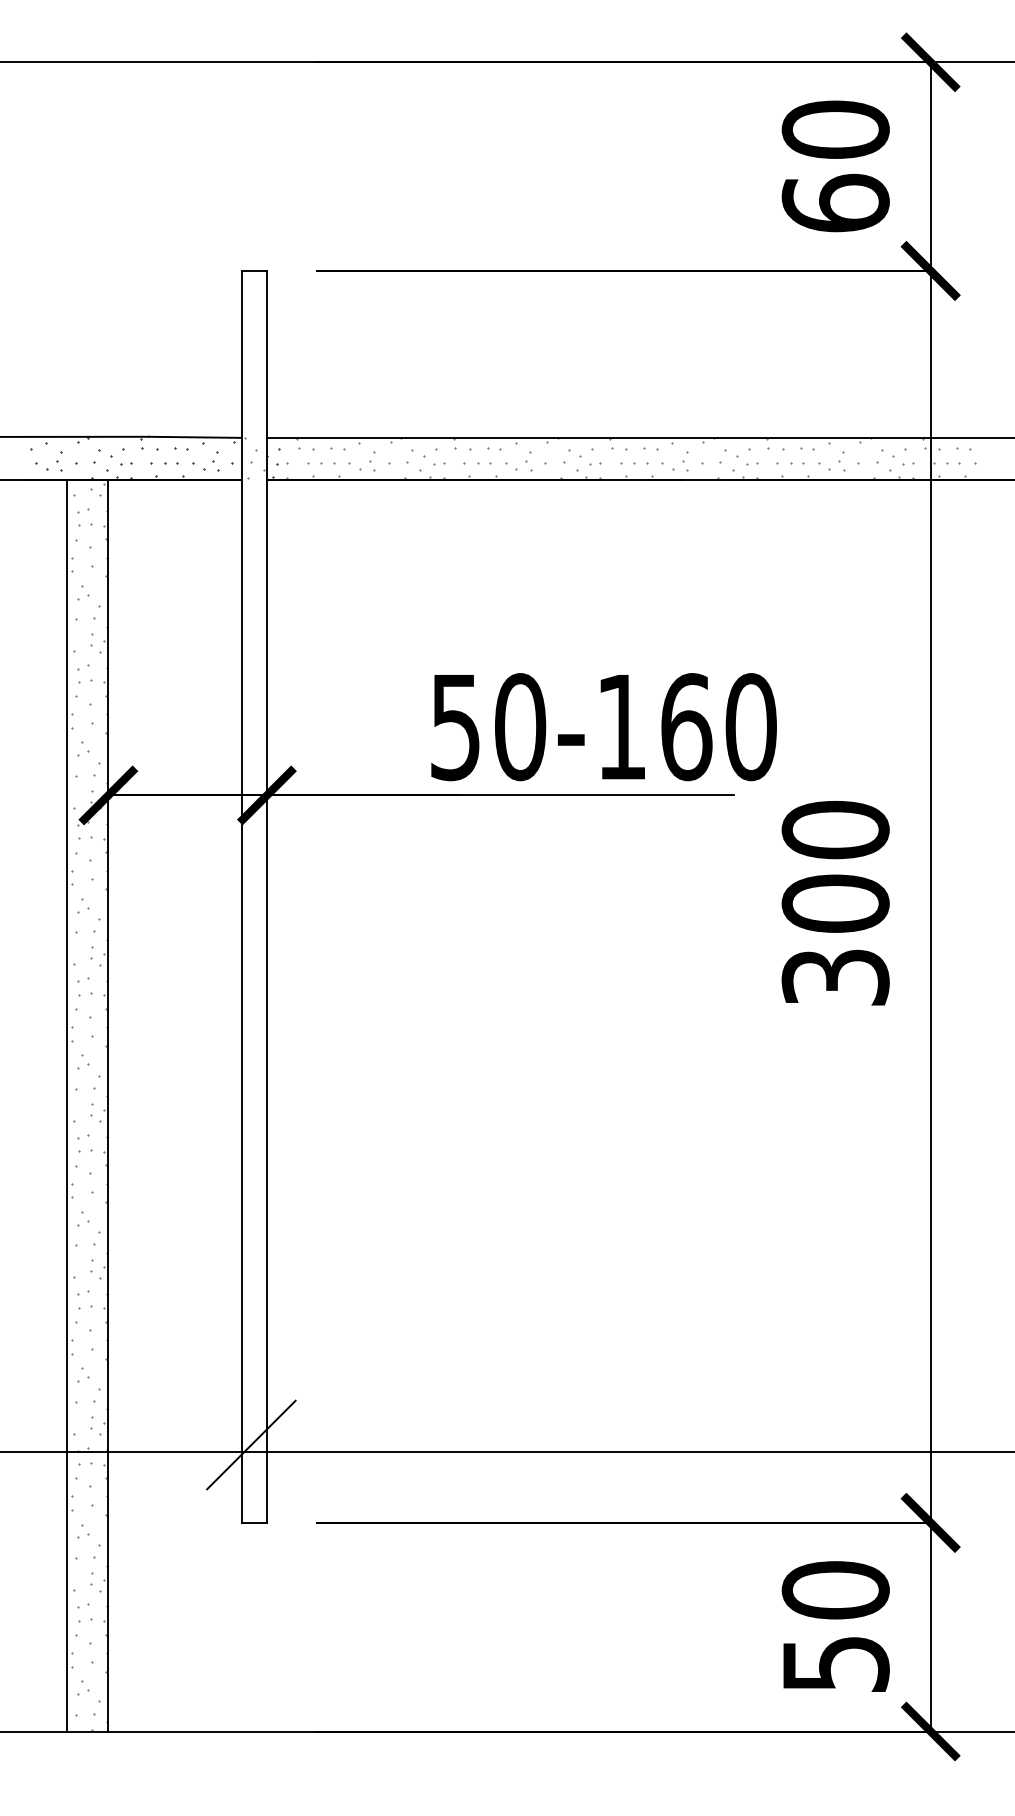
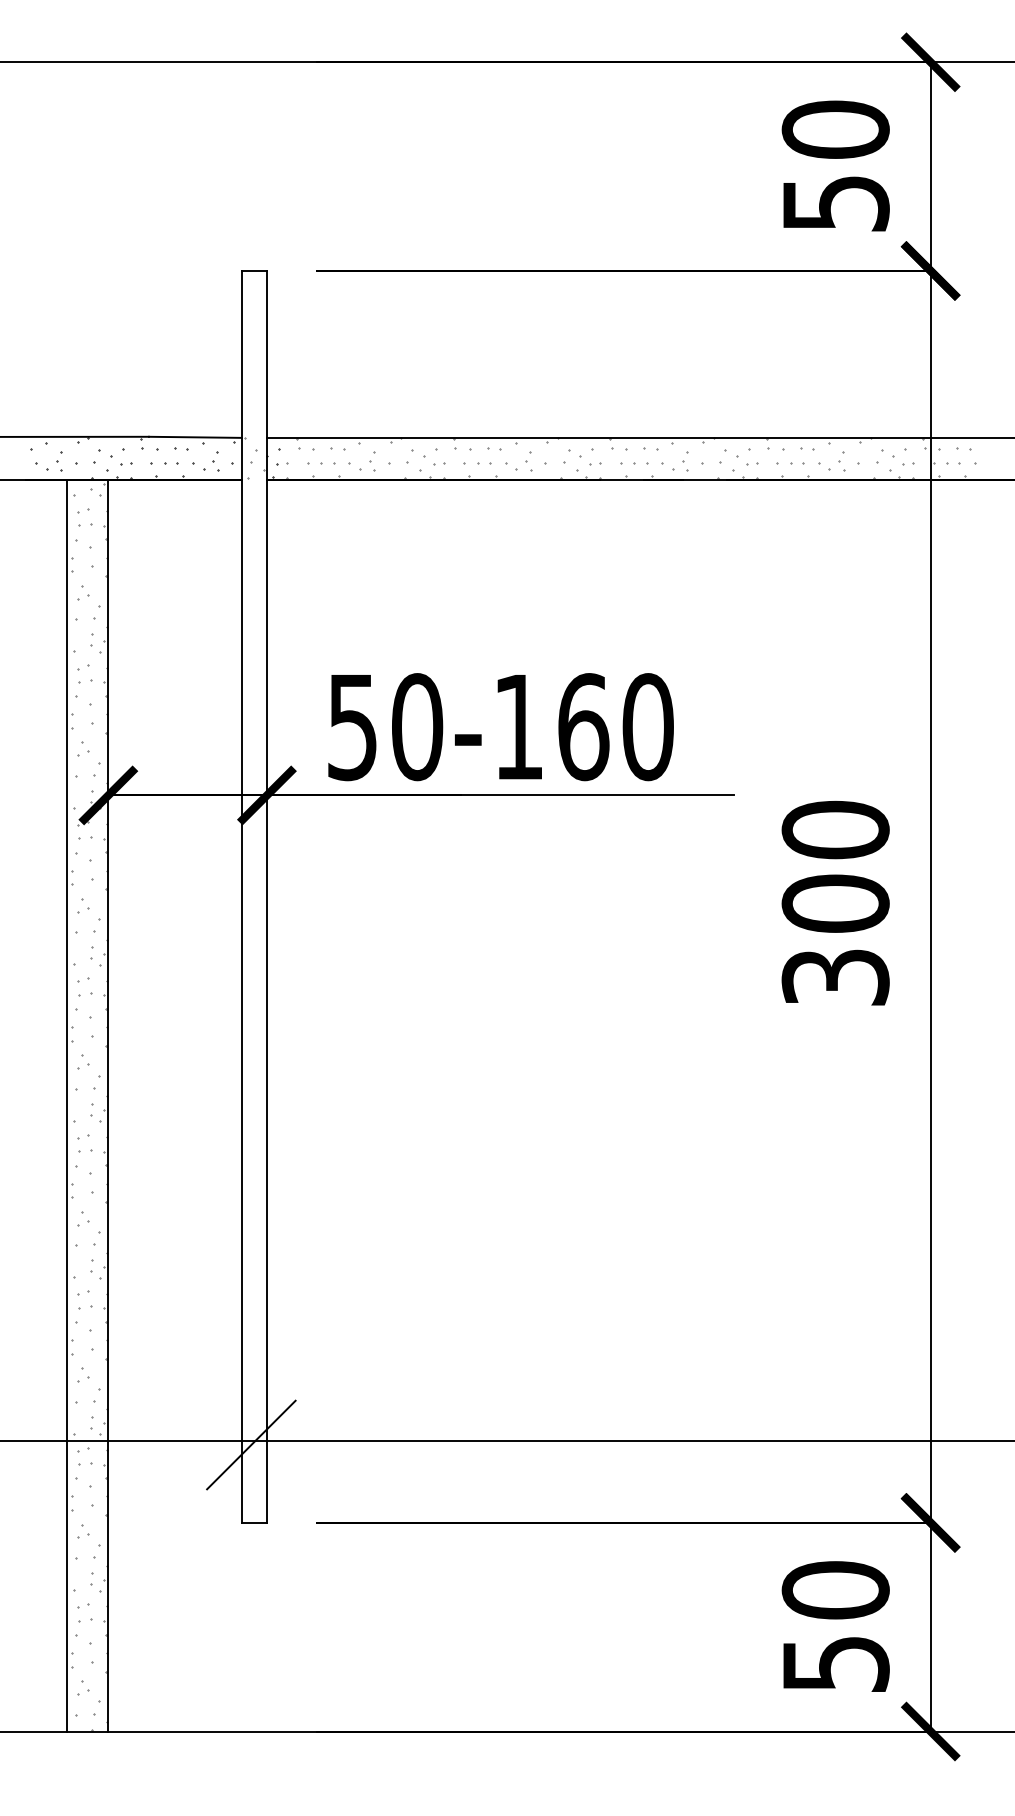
text at (835, 202): 60 -> 50
text at (603, 727) position: (603, 727) -> (500, 727)
line at (506, 1452) position: (506, 1452) -> (506, 1441)
